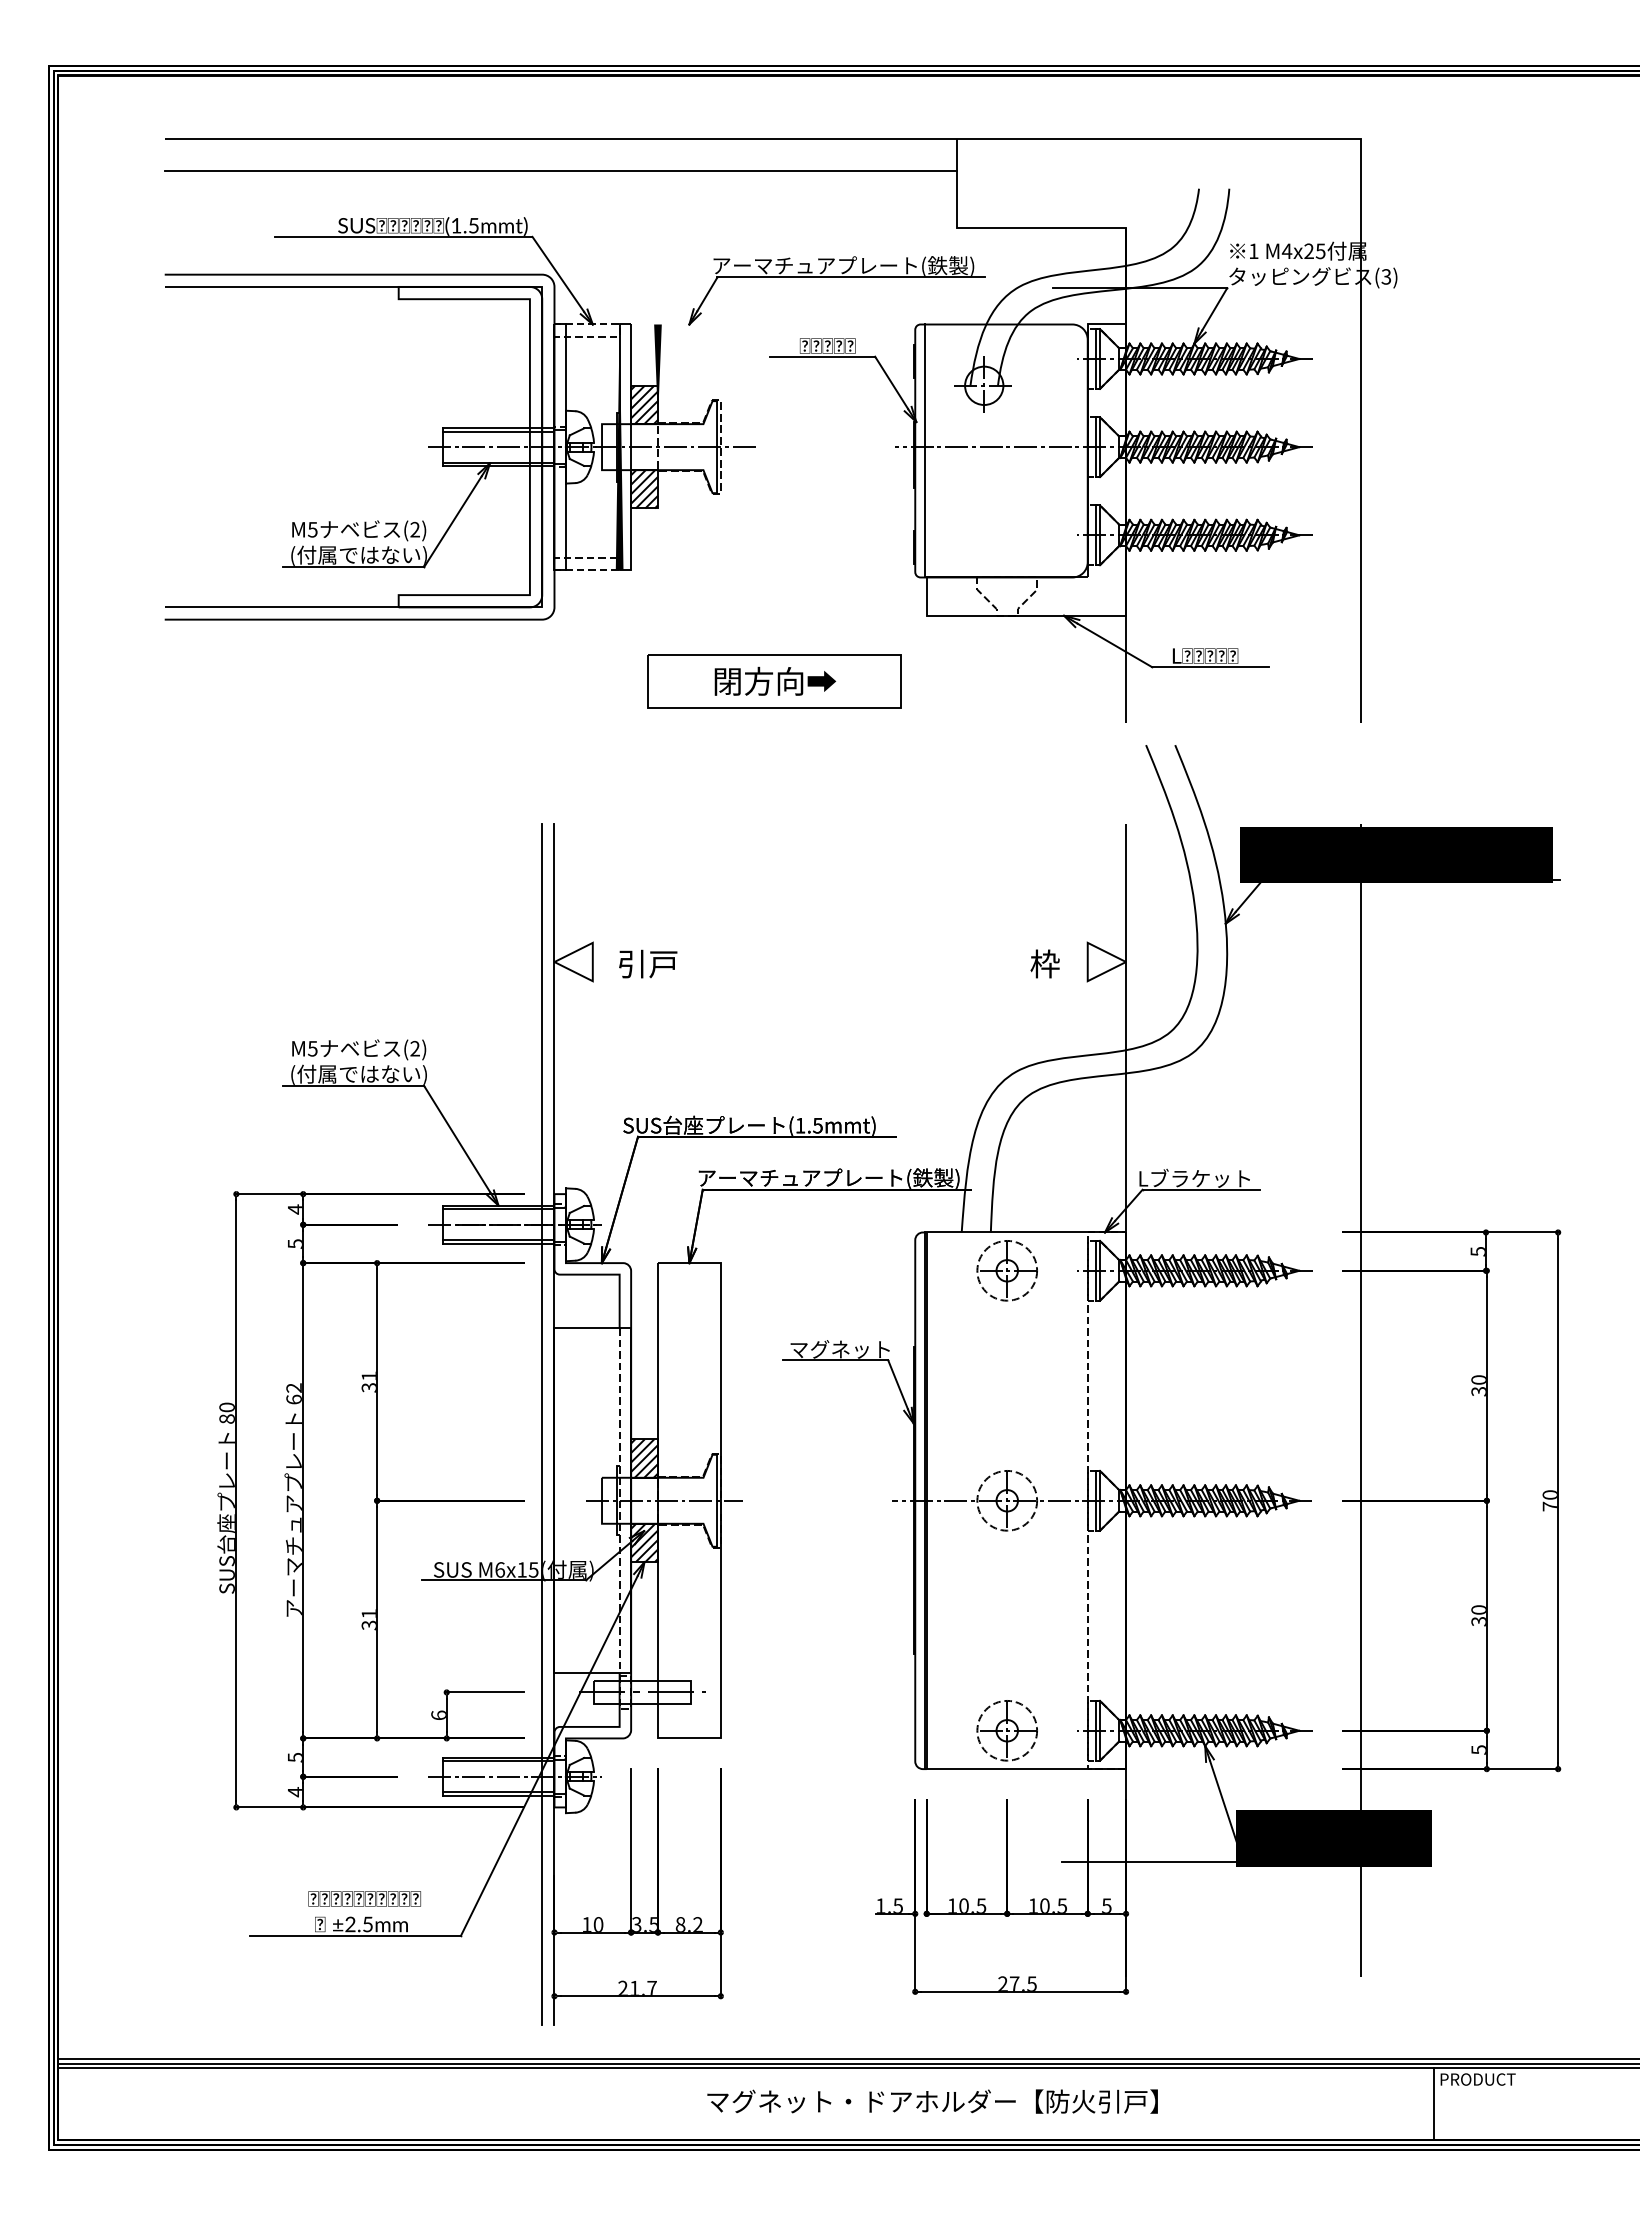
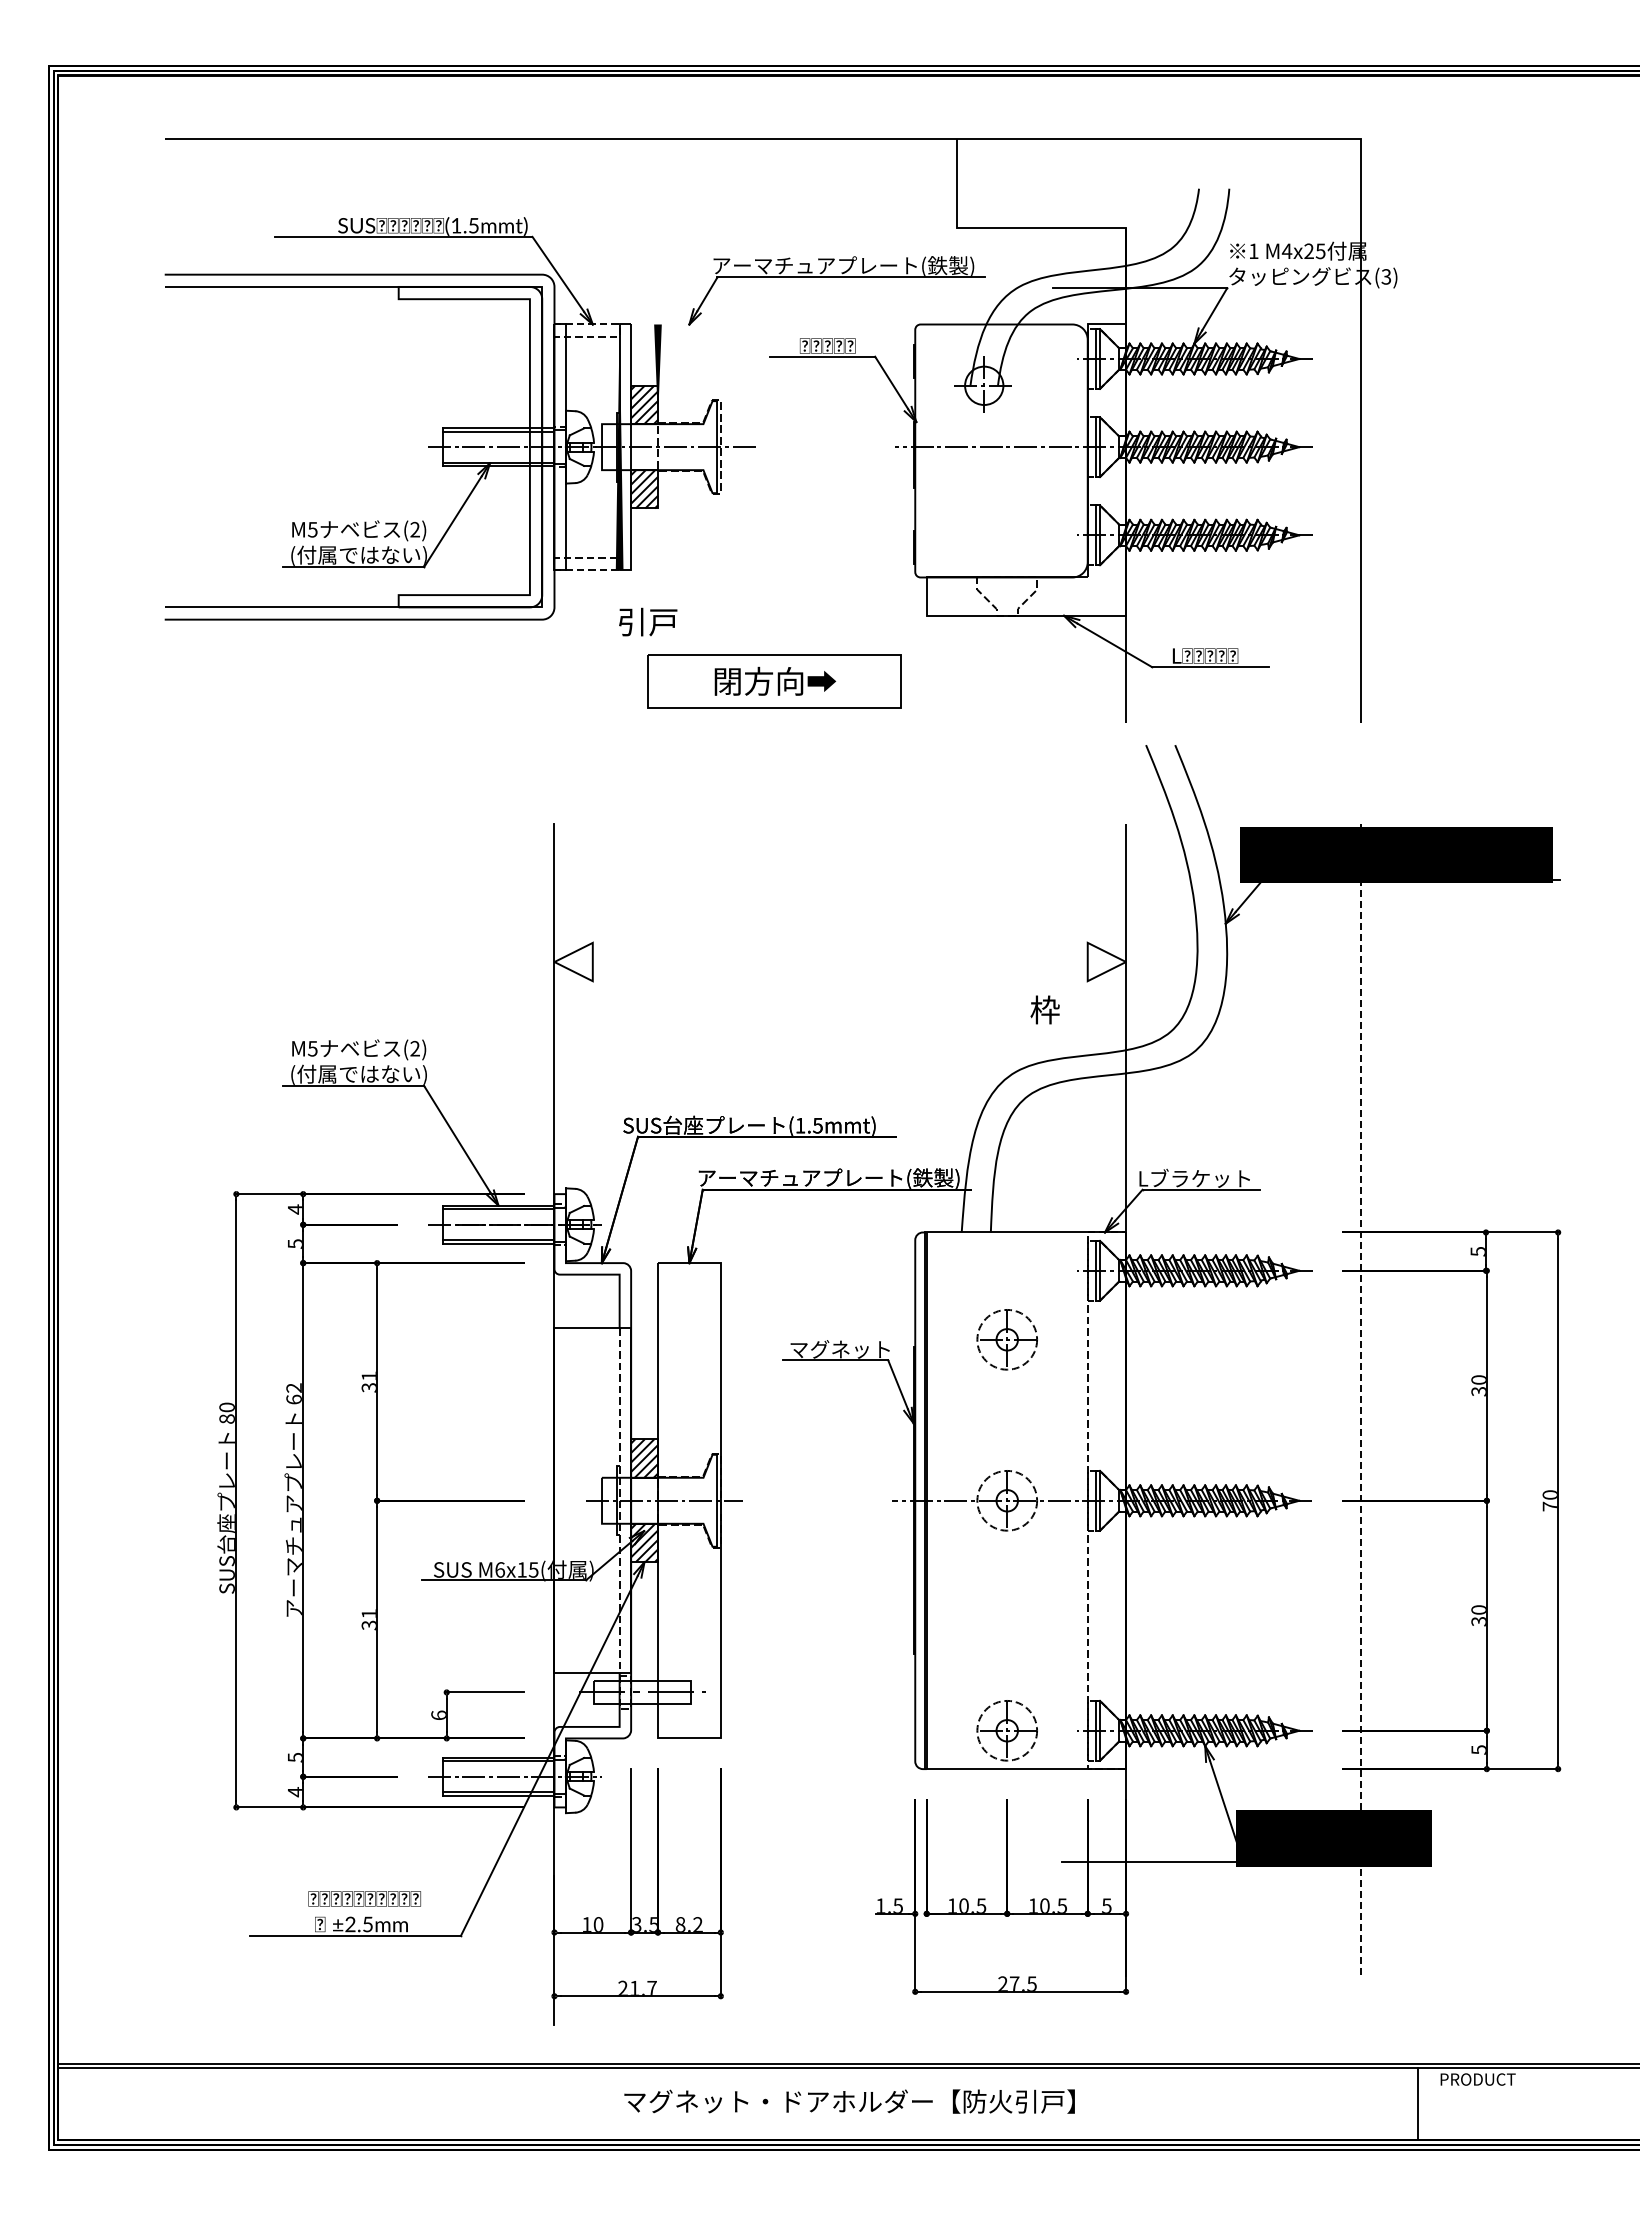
line at (560, 171): present -> none
line at (925, 450): present -> none
text at (648, 963) position: (648, 963) -> (648, 621)
text at (1044, 963) position: (1044, 963) -> (1044, 1009)
part at (1006, 1270) position: (1006, 1270) -> (1006, 1339)
line at (1361, 1400): solid -> dashed
line at (542, 1424): present -> none
line at (847, 2059): present -> none
text at (932, 2101) position: (932, 2101) -> (849, 2101)
line at (1433, 2104) position: (1433, 2104) -> (1417, 2104)
